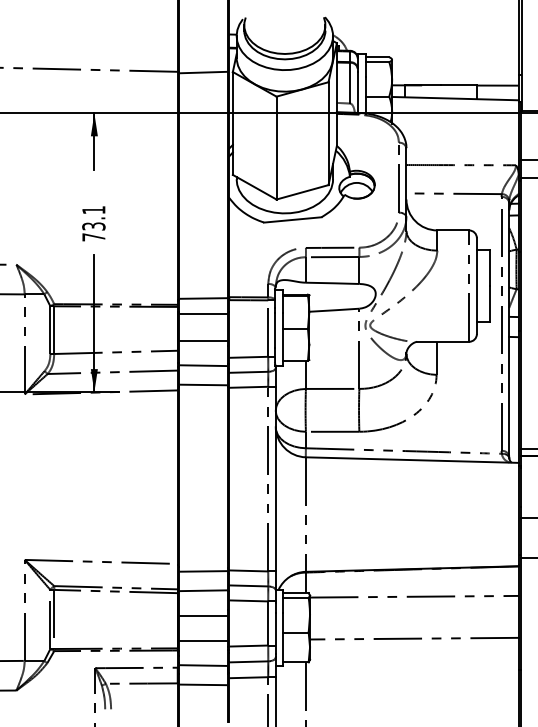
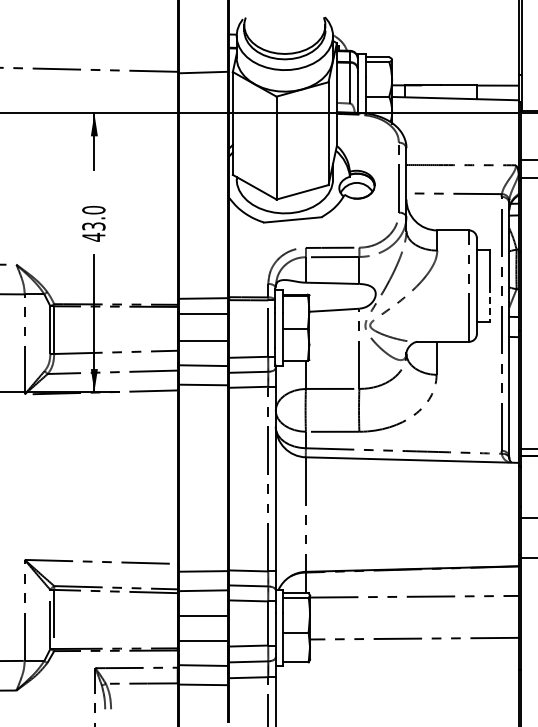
text at (93, 223): 73.1 -> 43.0
line at (489, 304): solid -> dashed
line at (305, 692): present -> none
